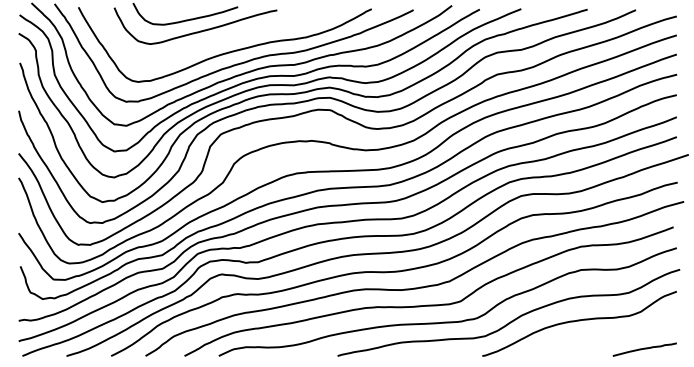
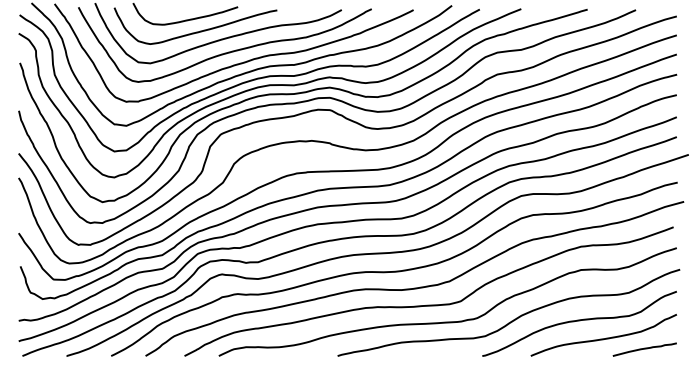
curve at (217, 39): none -> present
curve at (603, 338): none -> present
